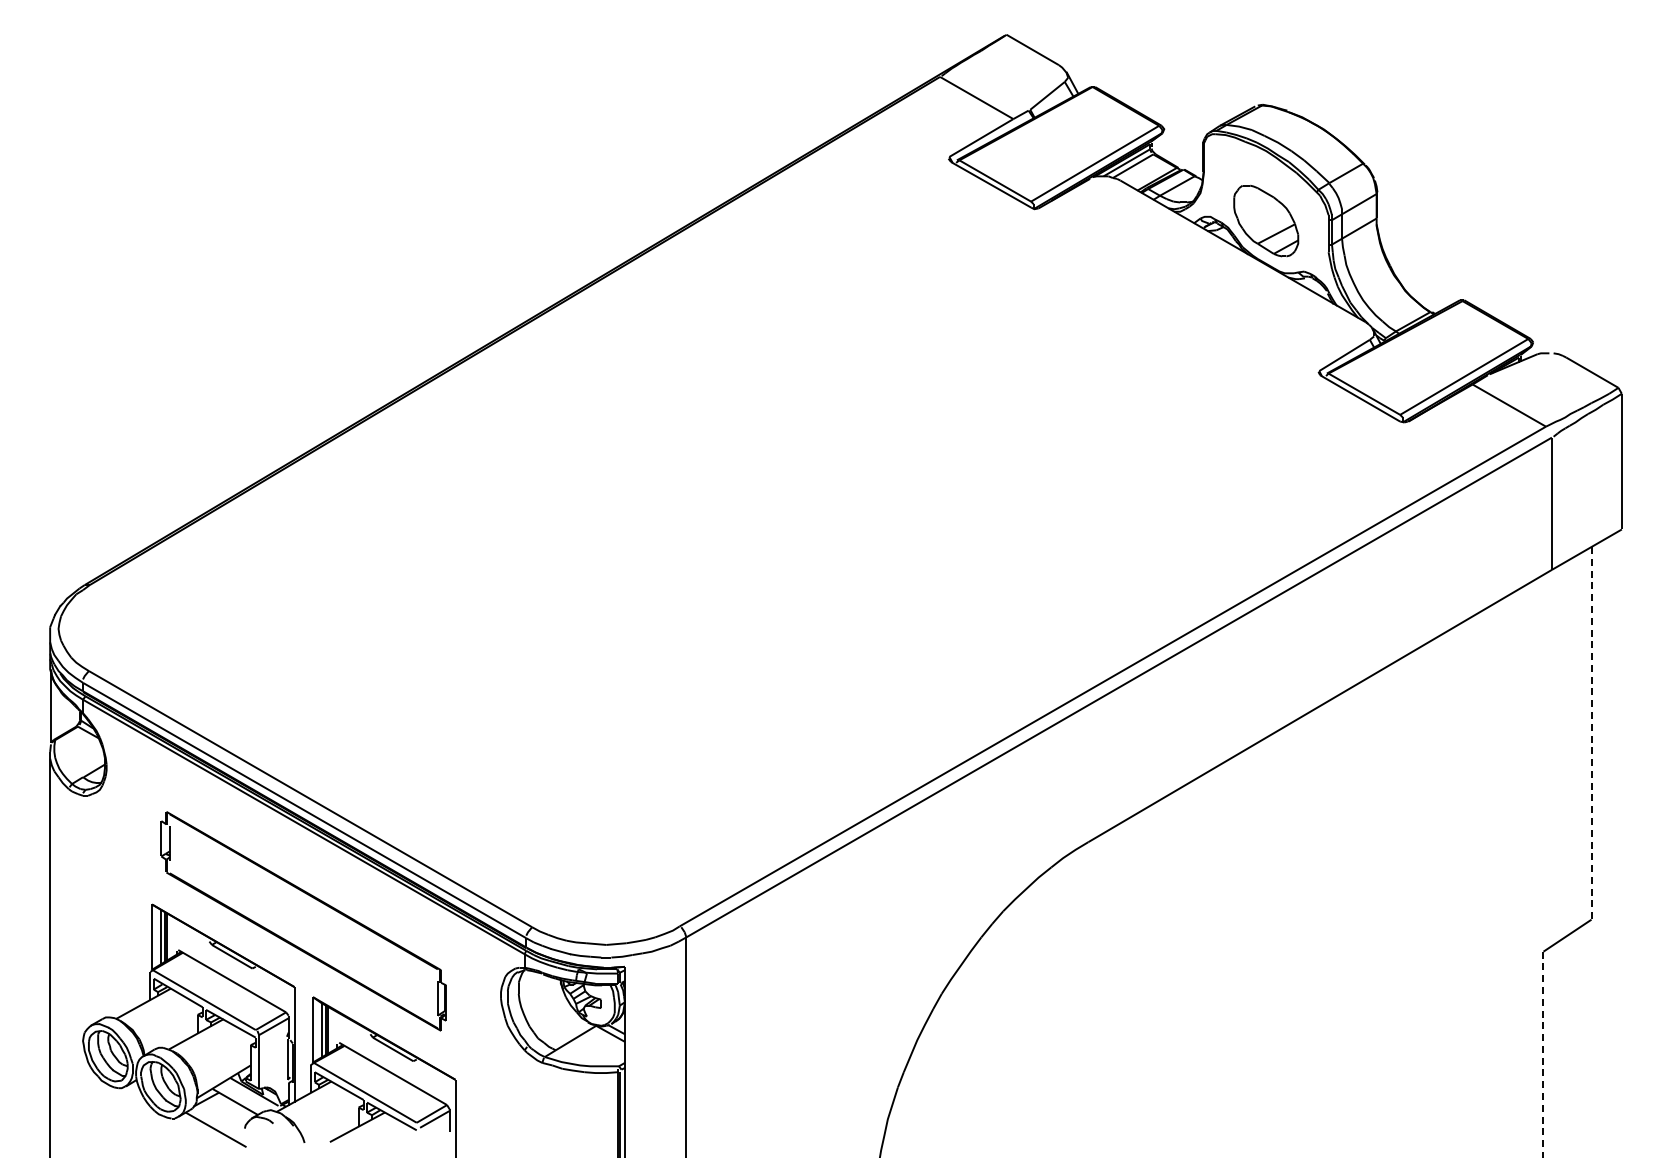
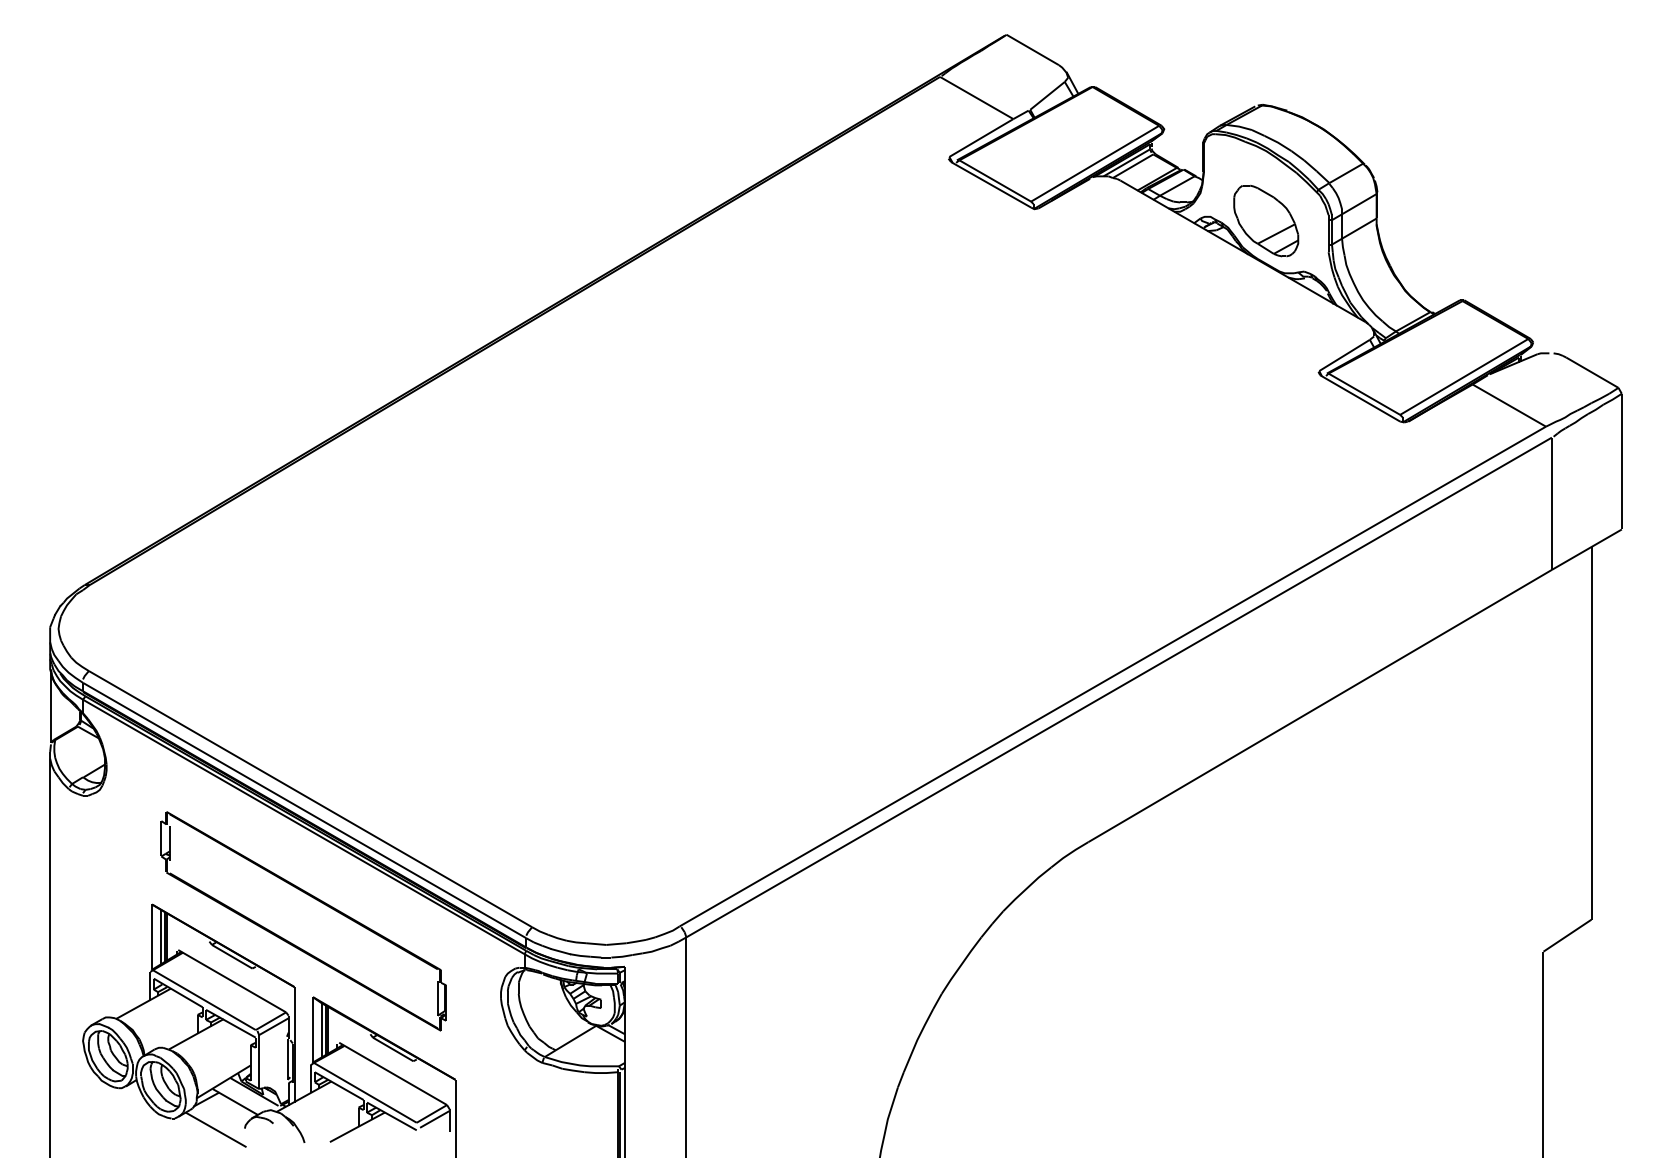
line at (1591, 733): dashed -> solid
line at (1543, 1054): dashed -> solid
